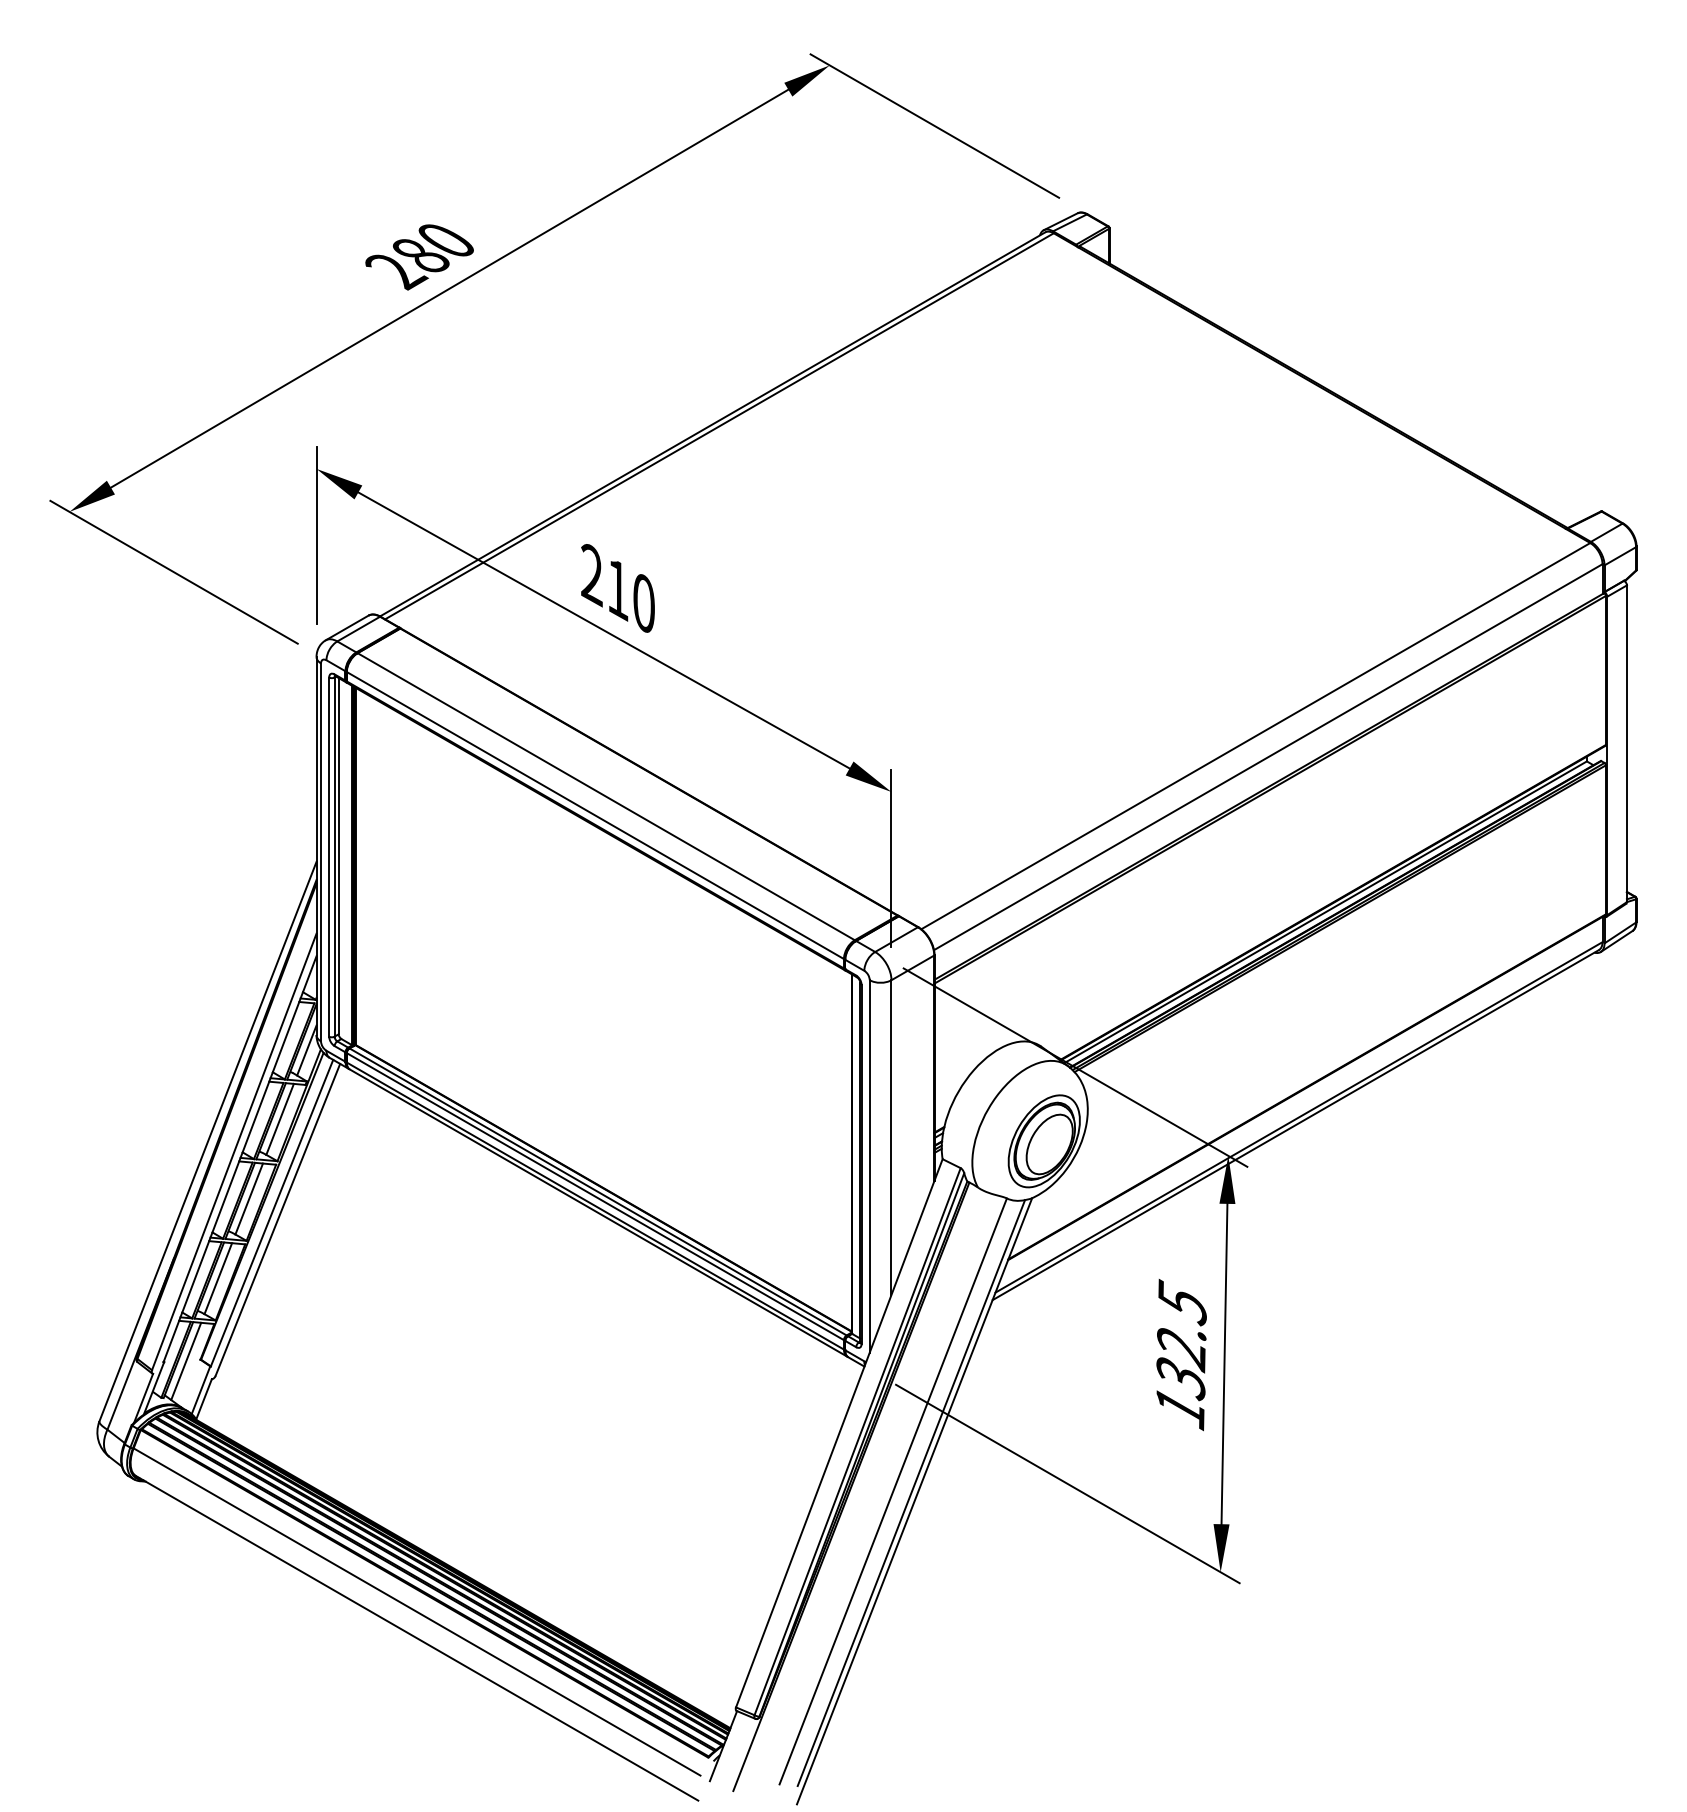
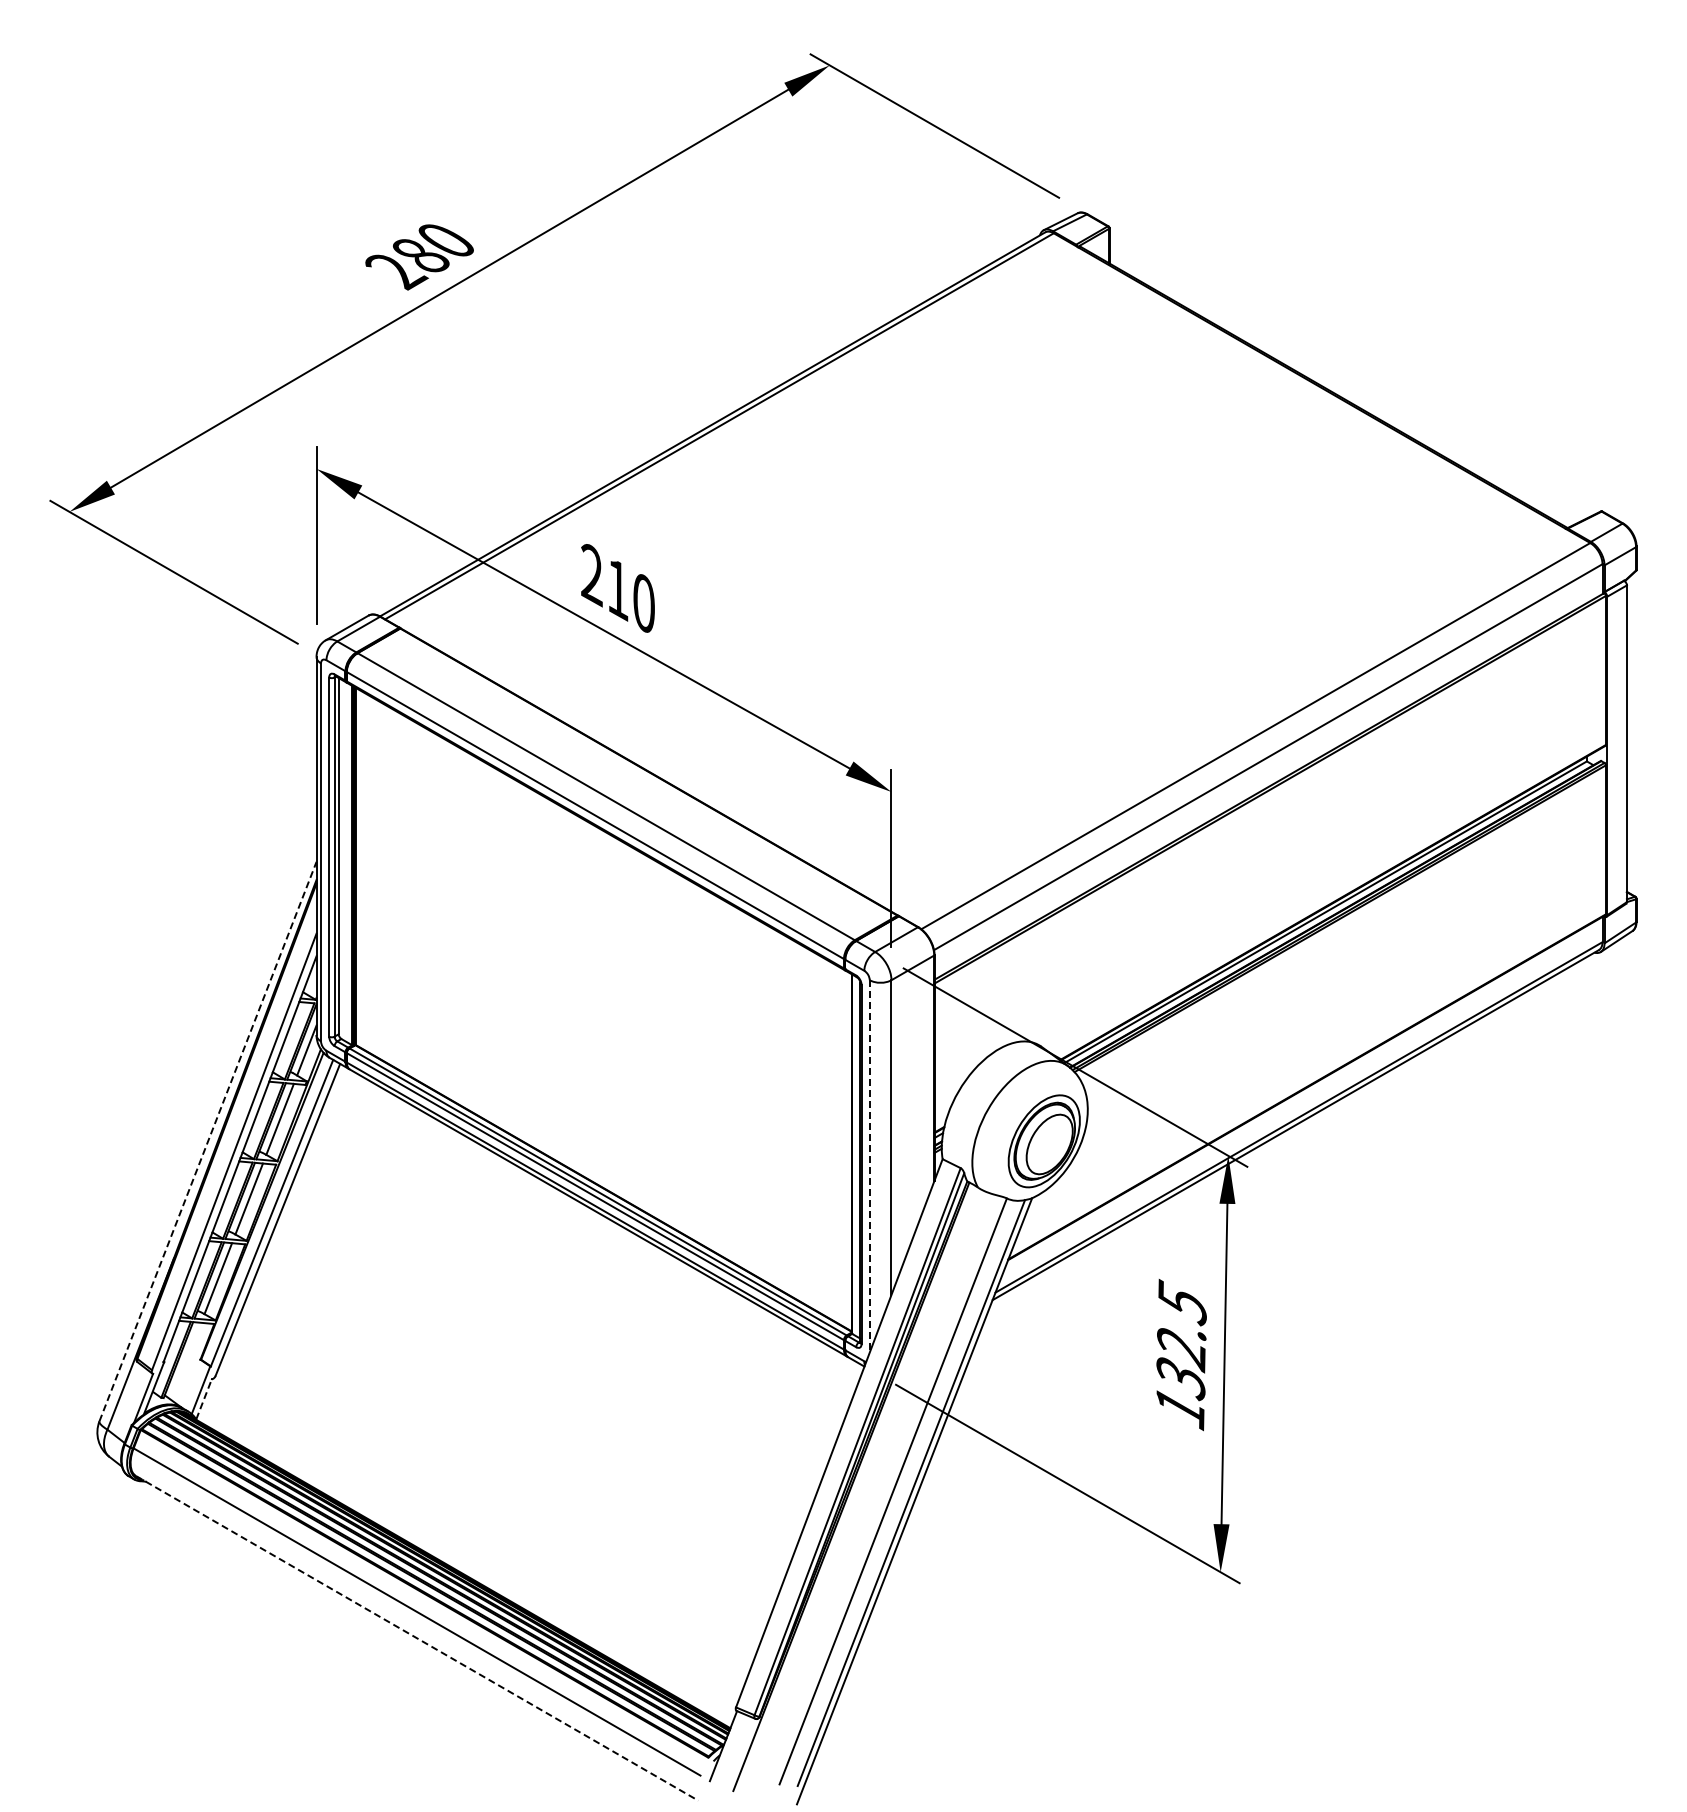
line at (208, 1141): solid -> dashed
line at (869, 1166): solid -> dashed
line at (186, 1361): present -> none
line at (204, 1399): solid -> dashed
line at (417, 1638): solid -> dashed
